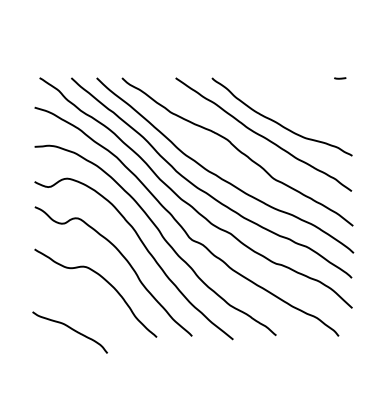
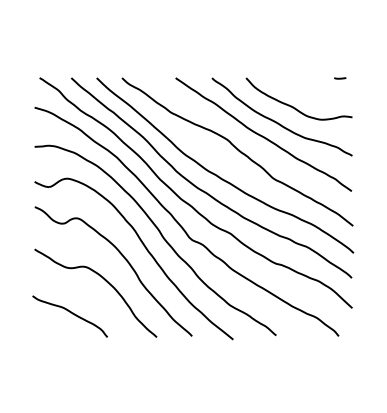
curve at (293, 106): none -> present
curve at (70, 329) position: (70, 329) -> (70, 313)
